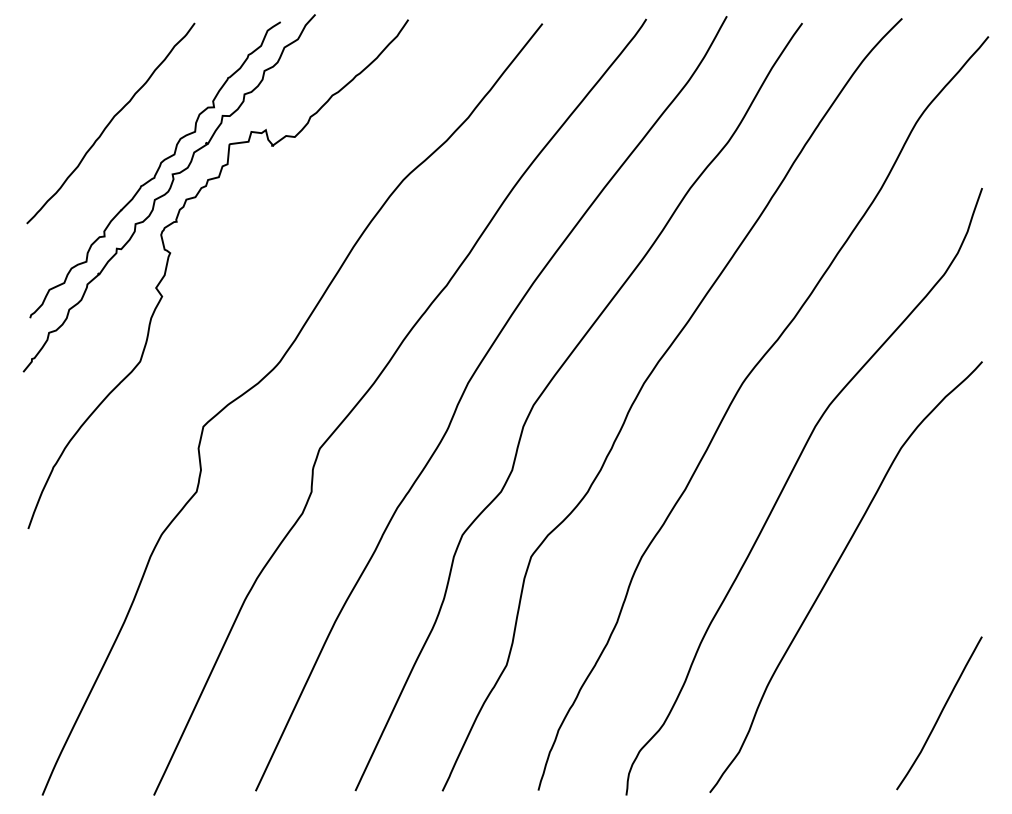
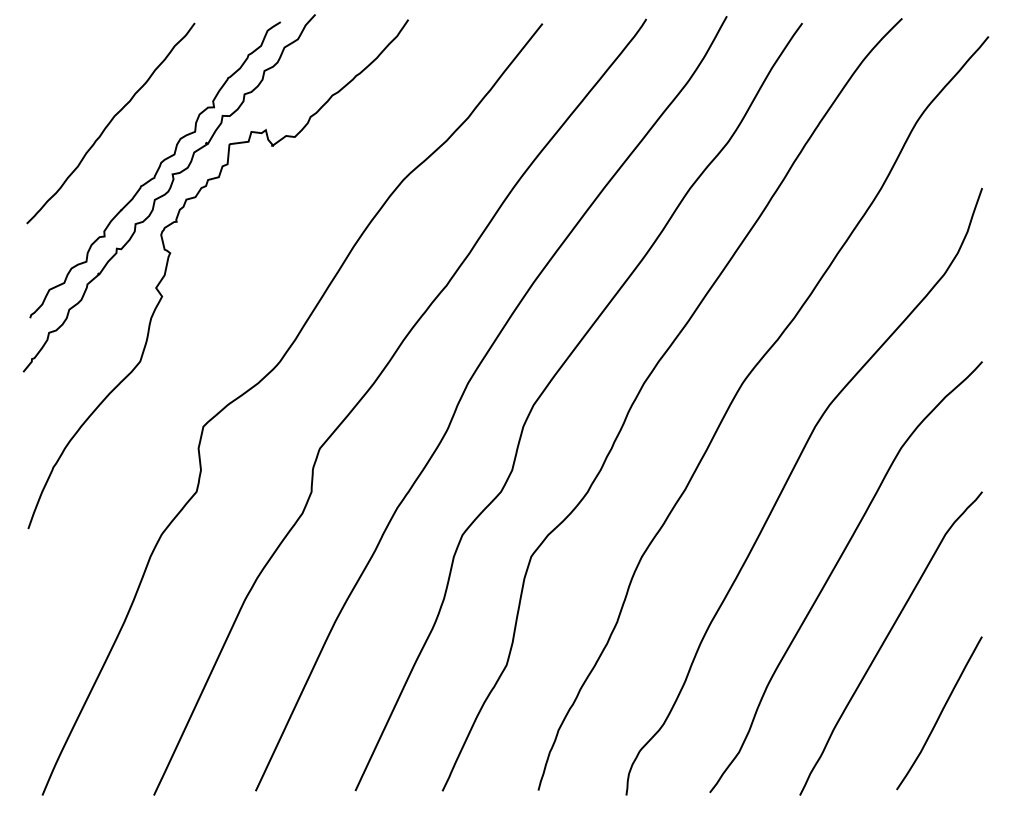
curve at (885, 641): none -> present
